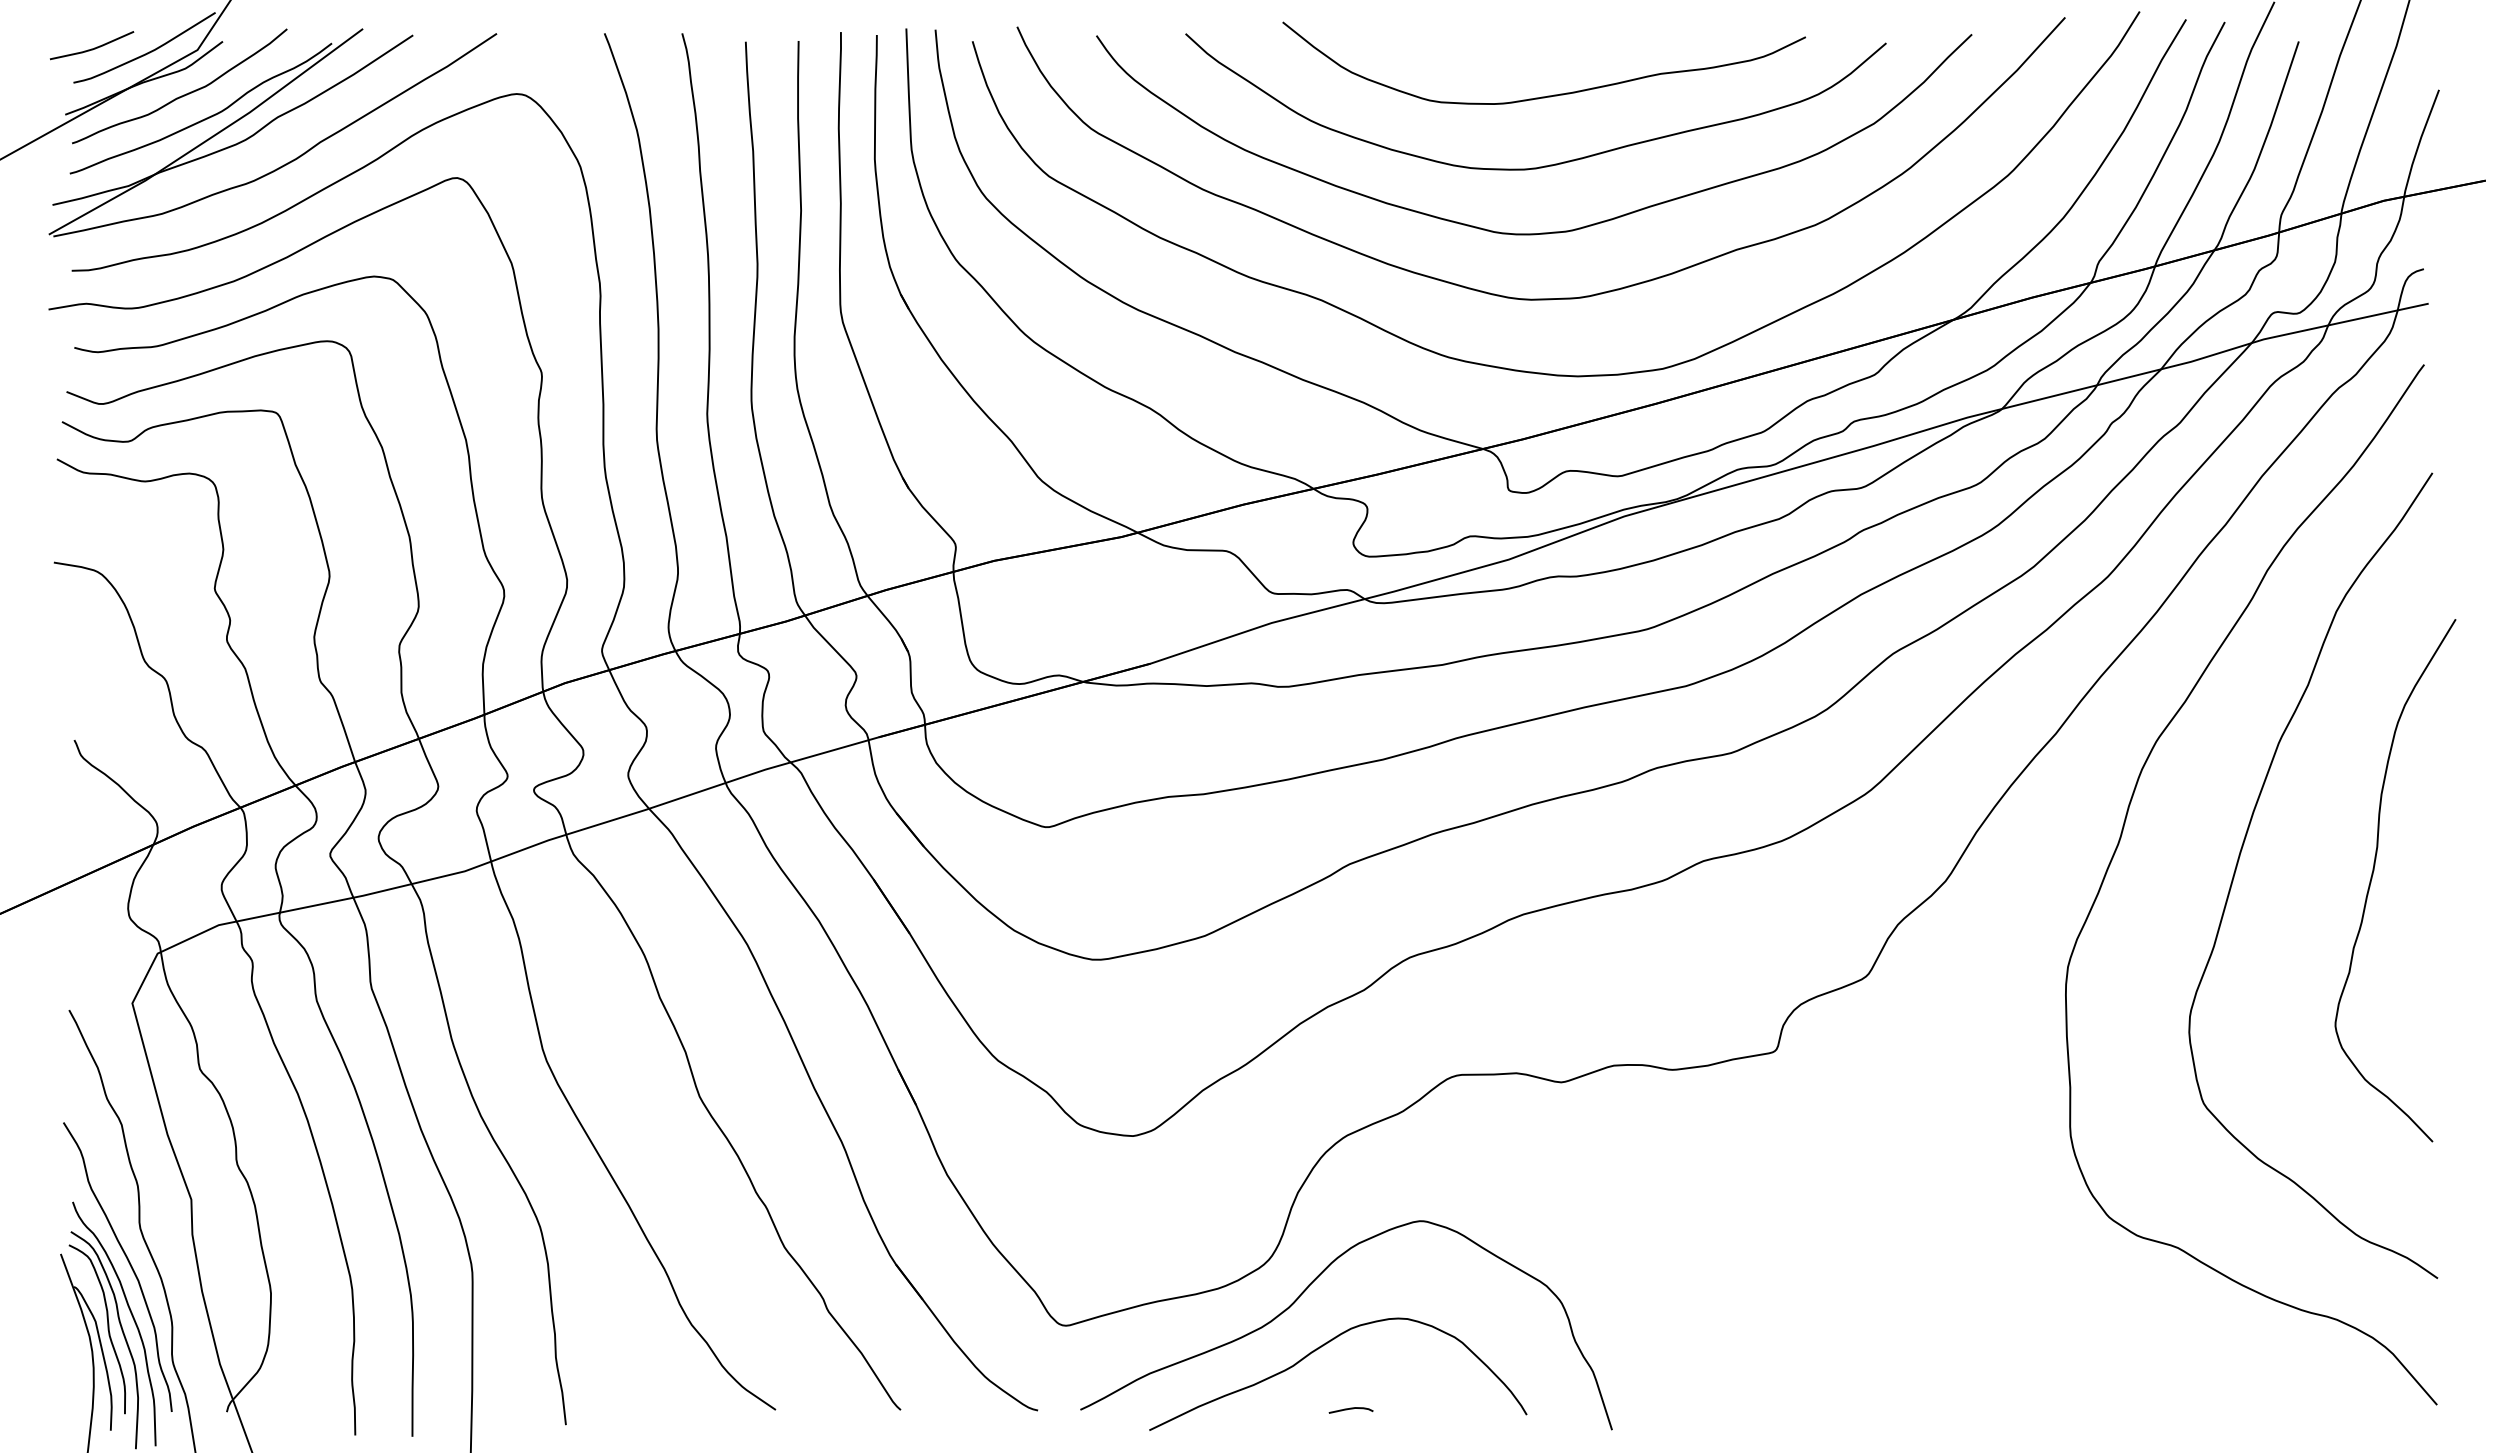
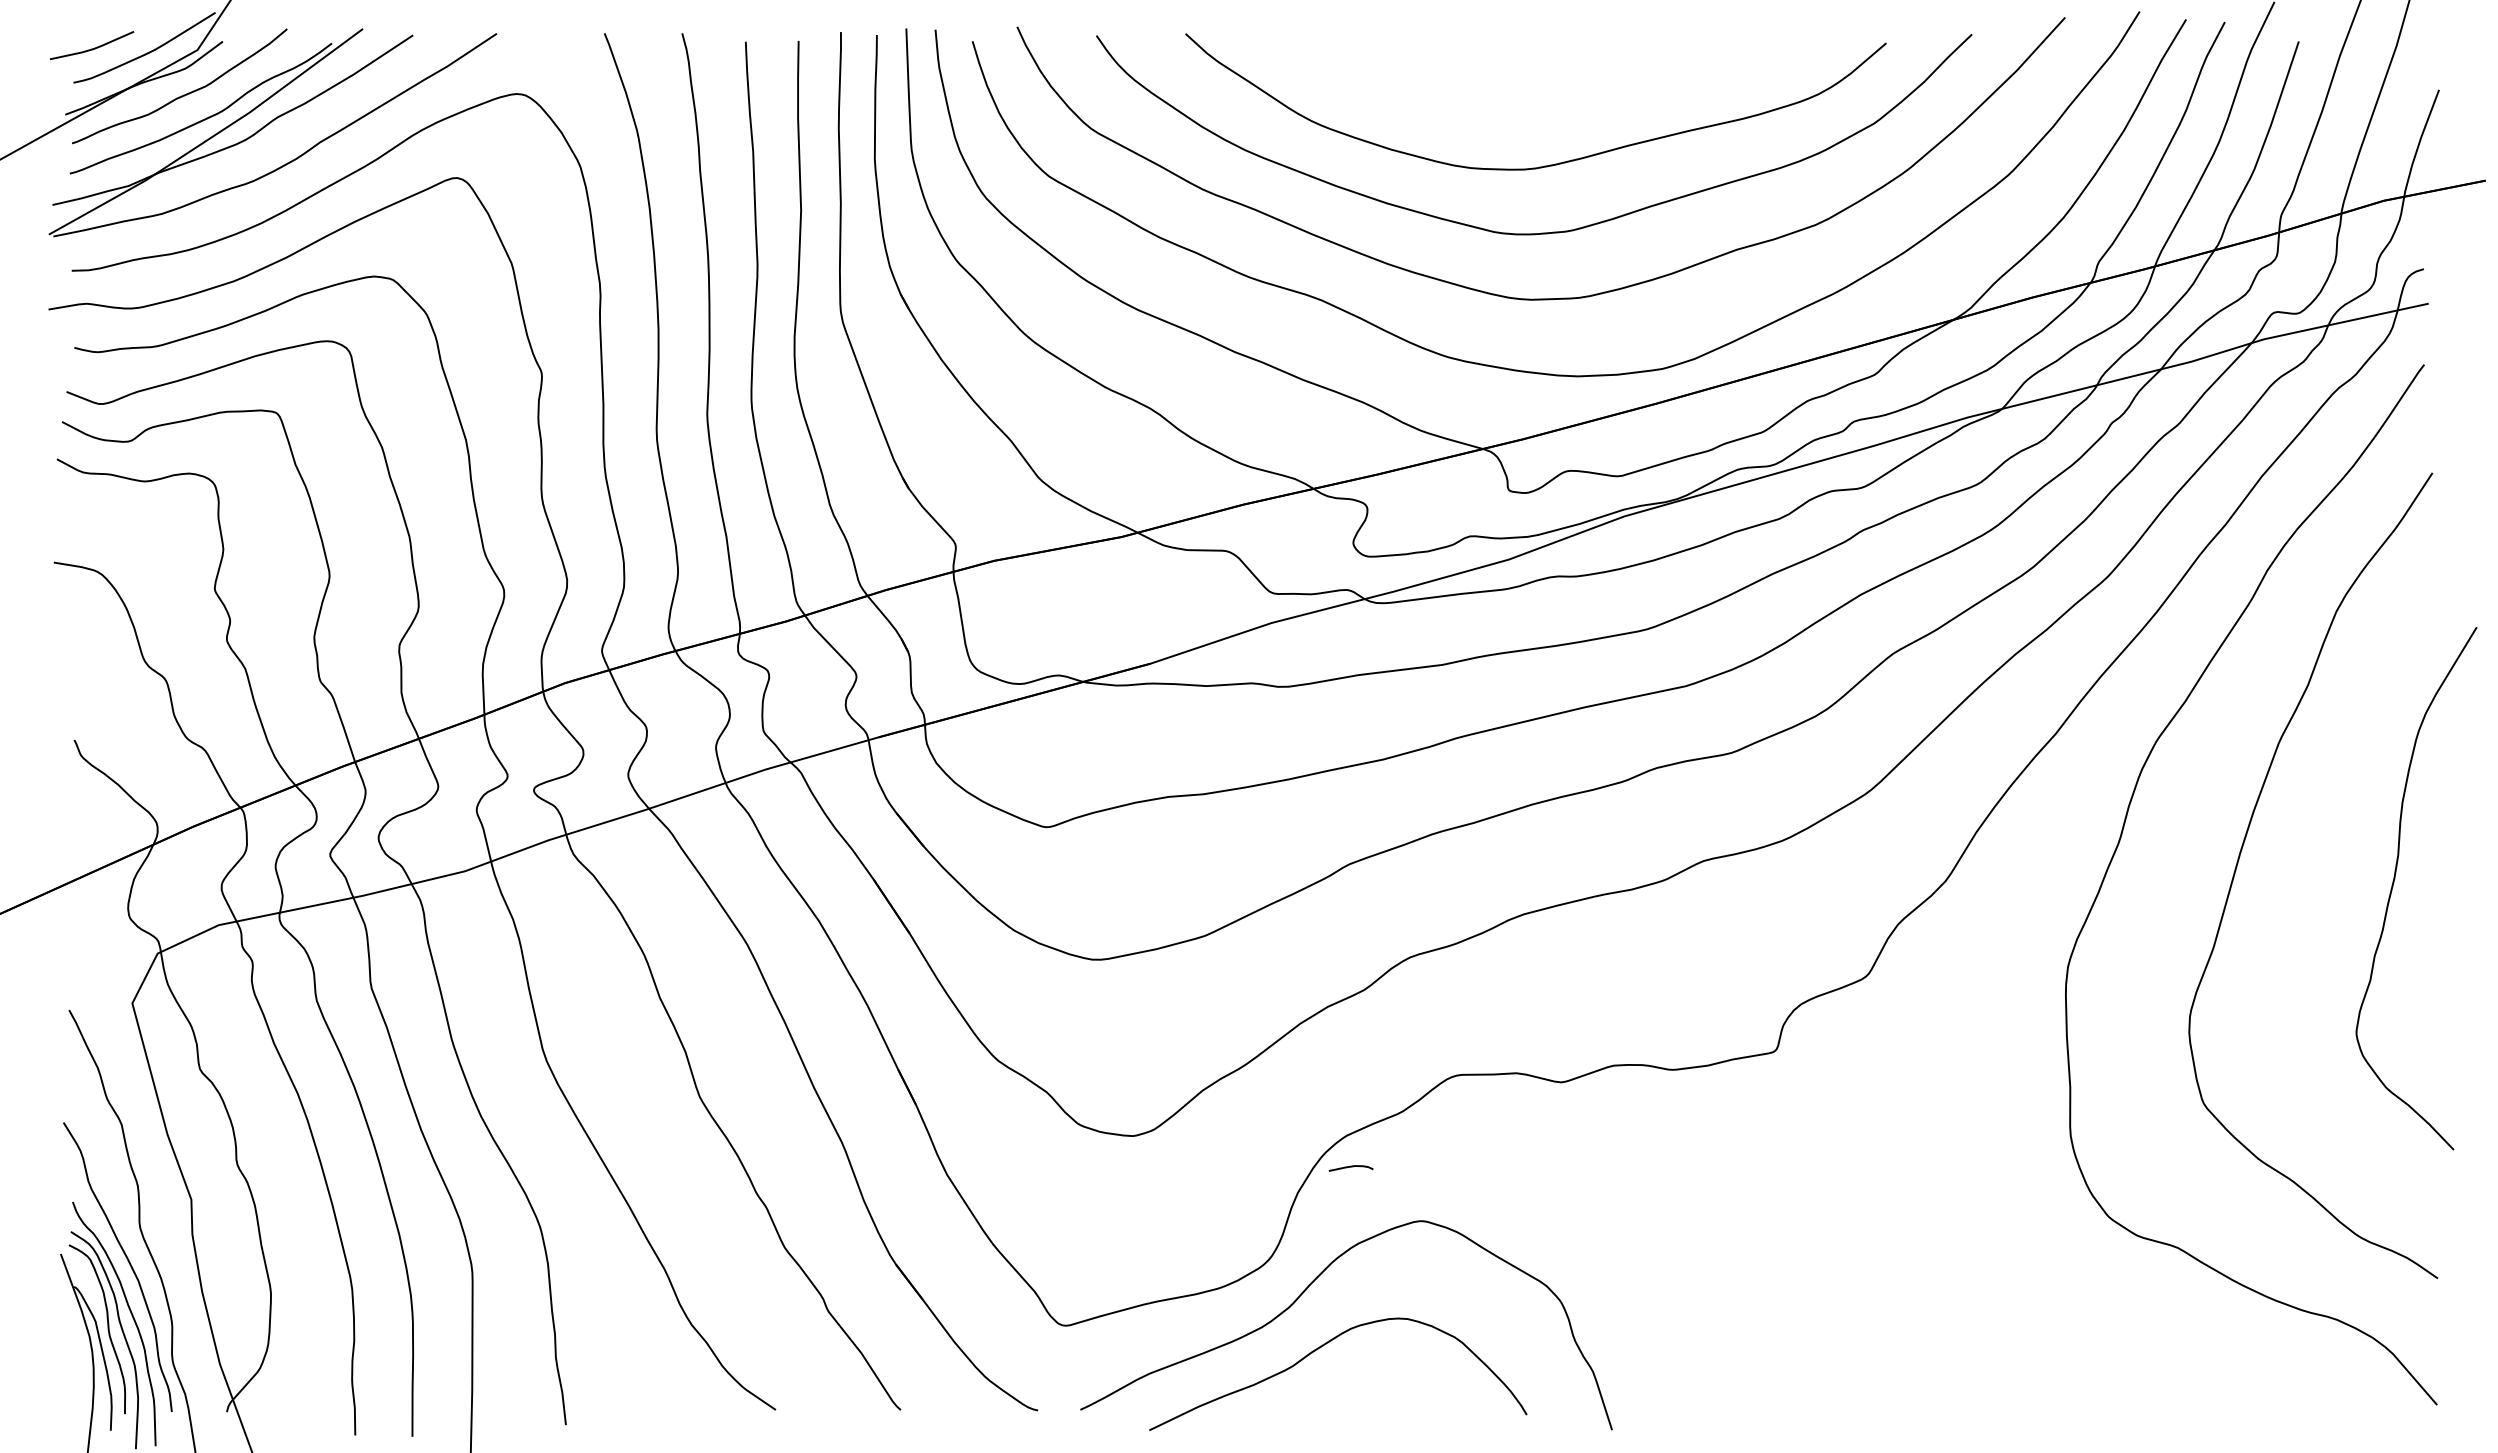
curve at (1547, 95): present -> none
curve at (2373, 875) position: (2373, 875) -> (2394, 883)
curve at (1350, 1409) position: (1350, 1409) -> (1350, 1167)
